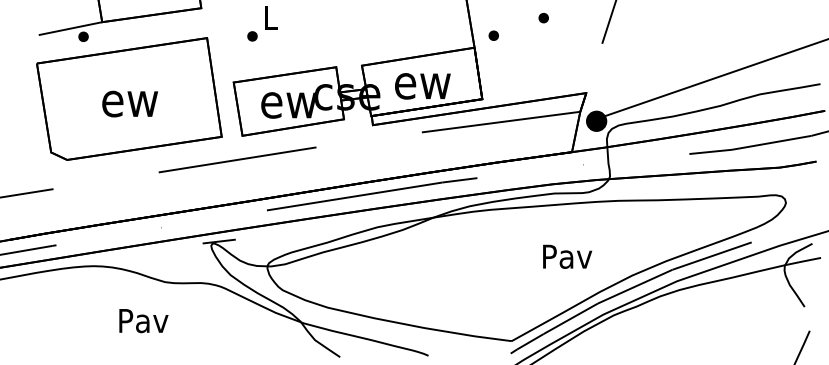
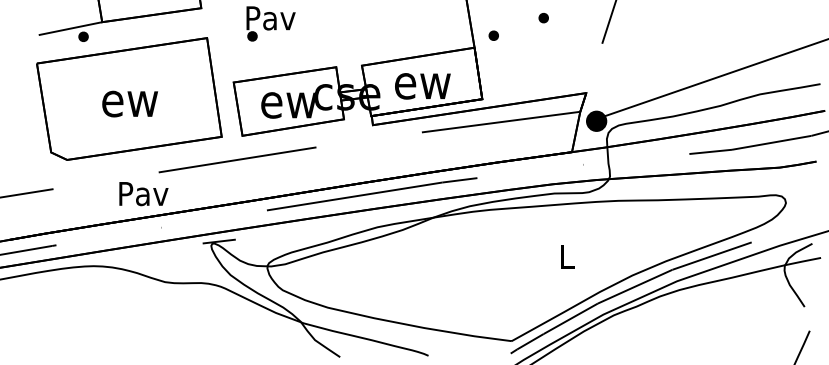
text at (270, 18): L -> Pav
text at (567, 256): Pav -> L
text at (143, 321) position: (143, 321) -> (143, 194)
